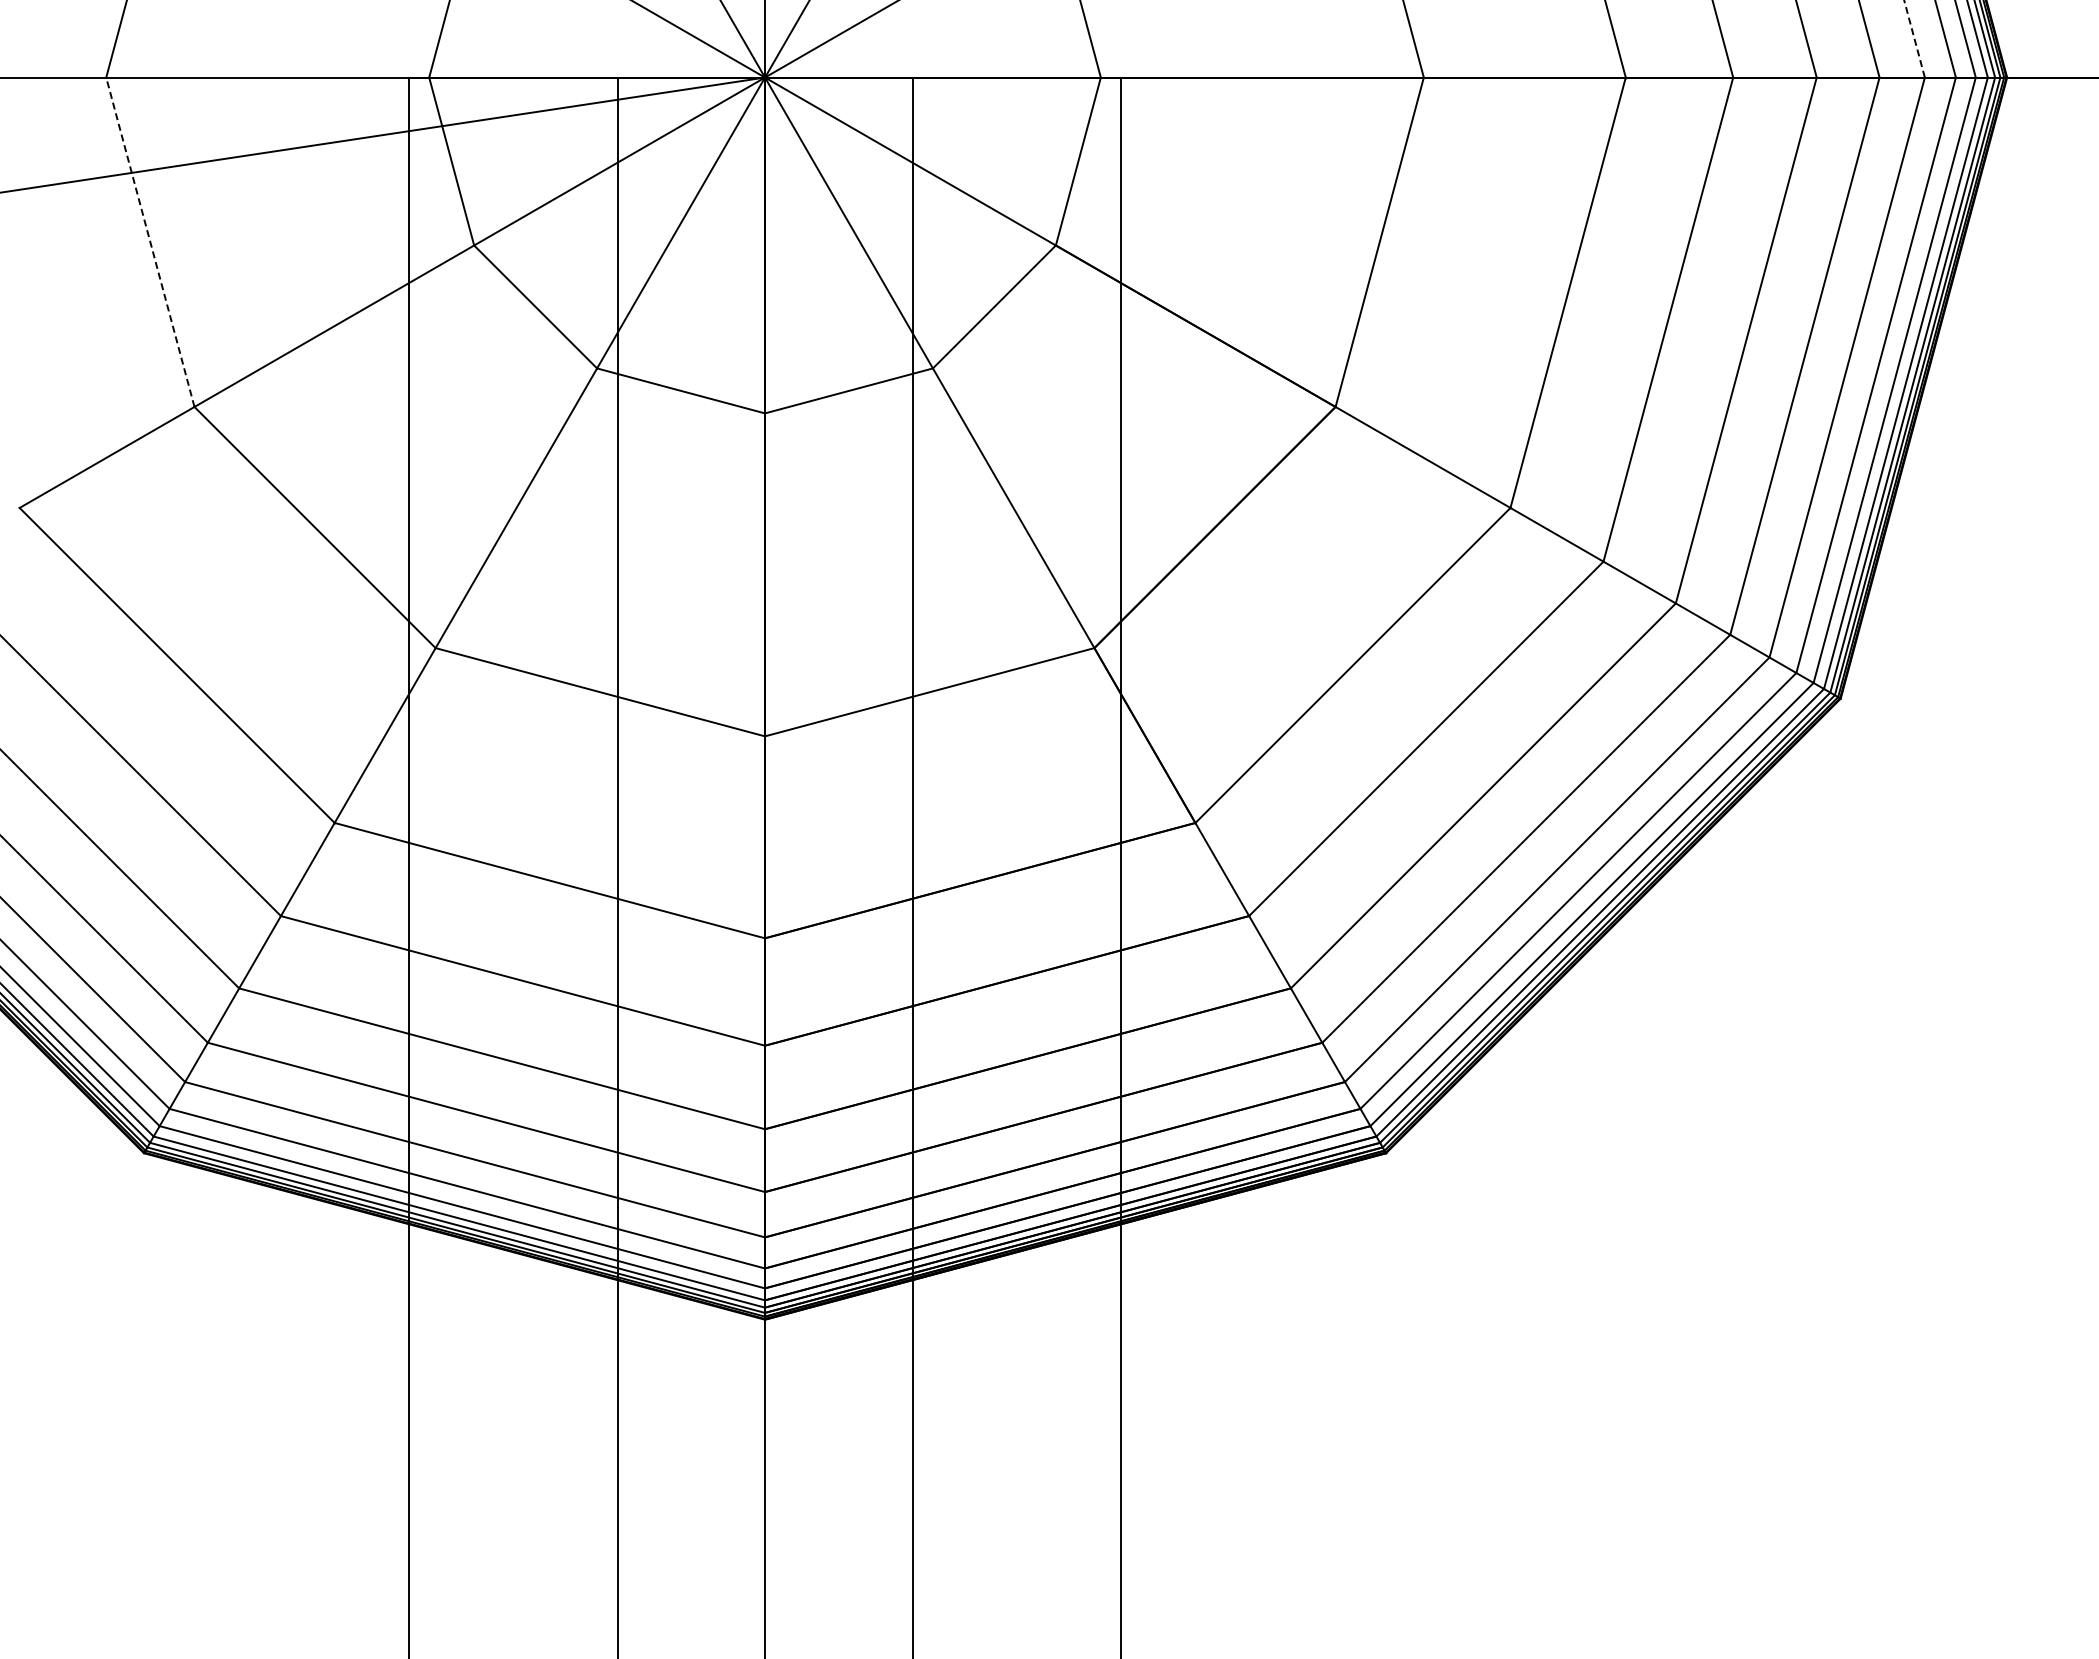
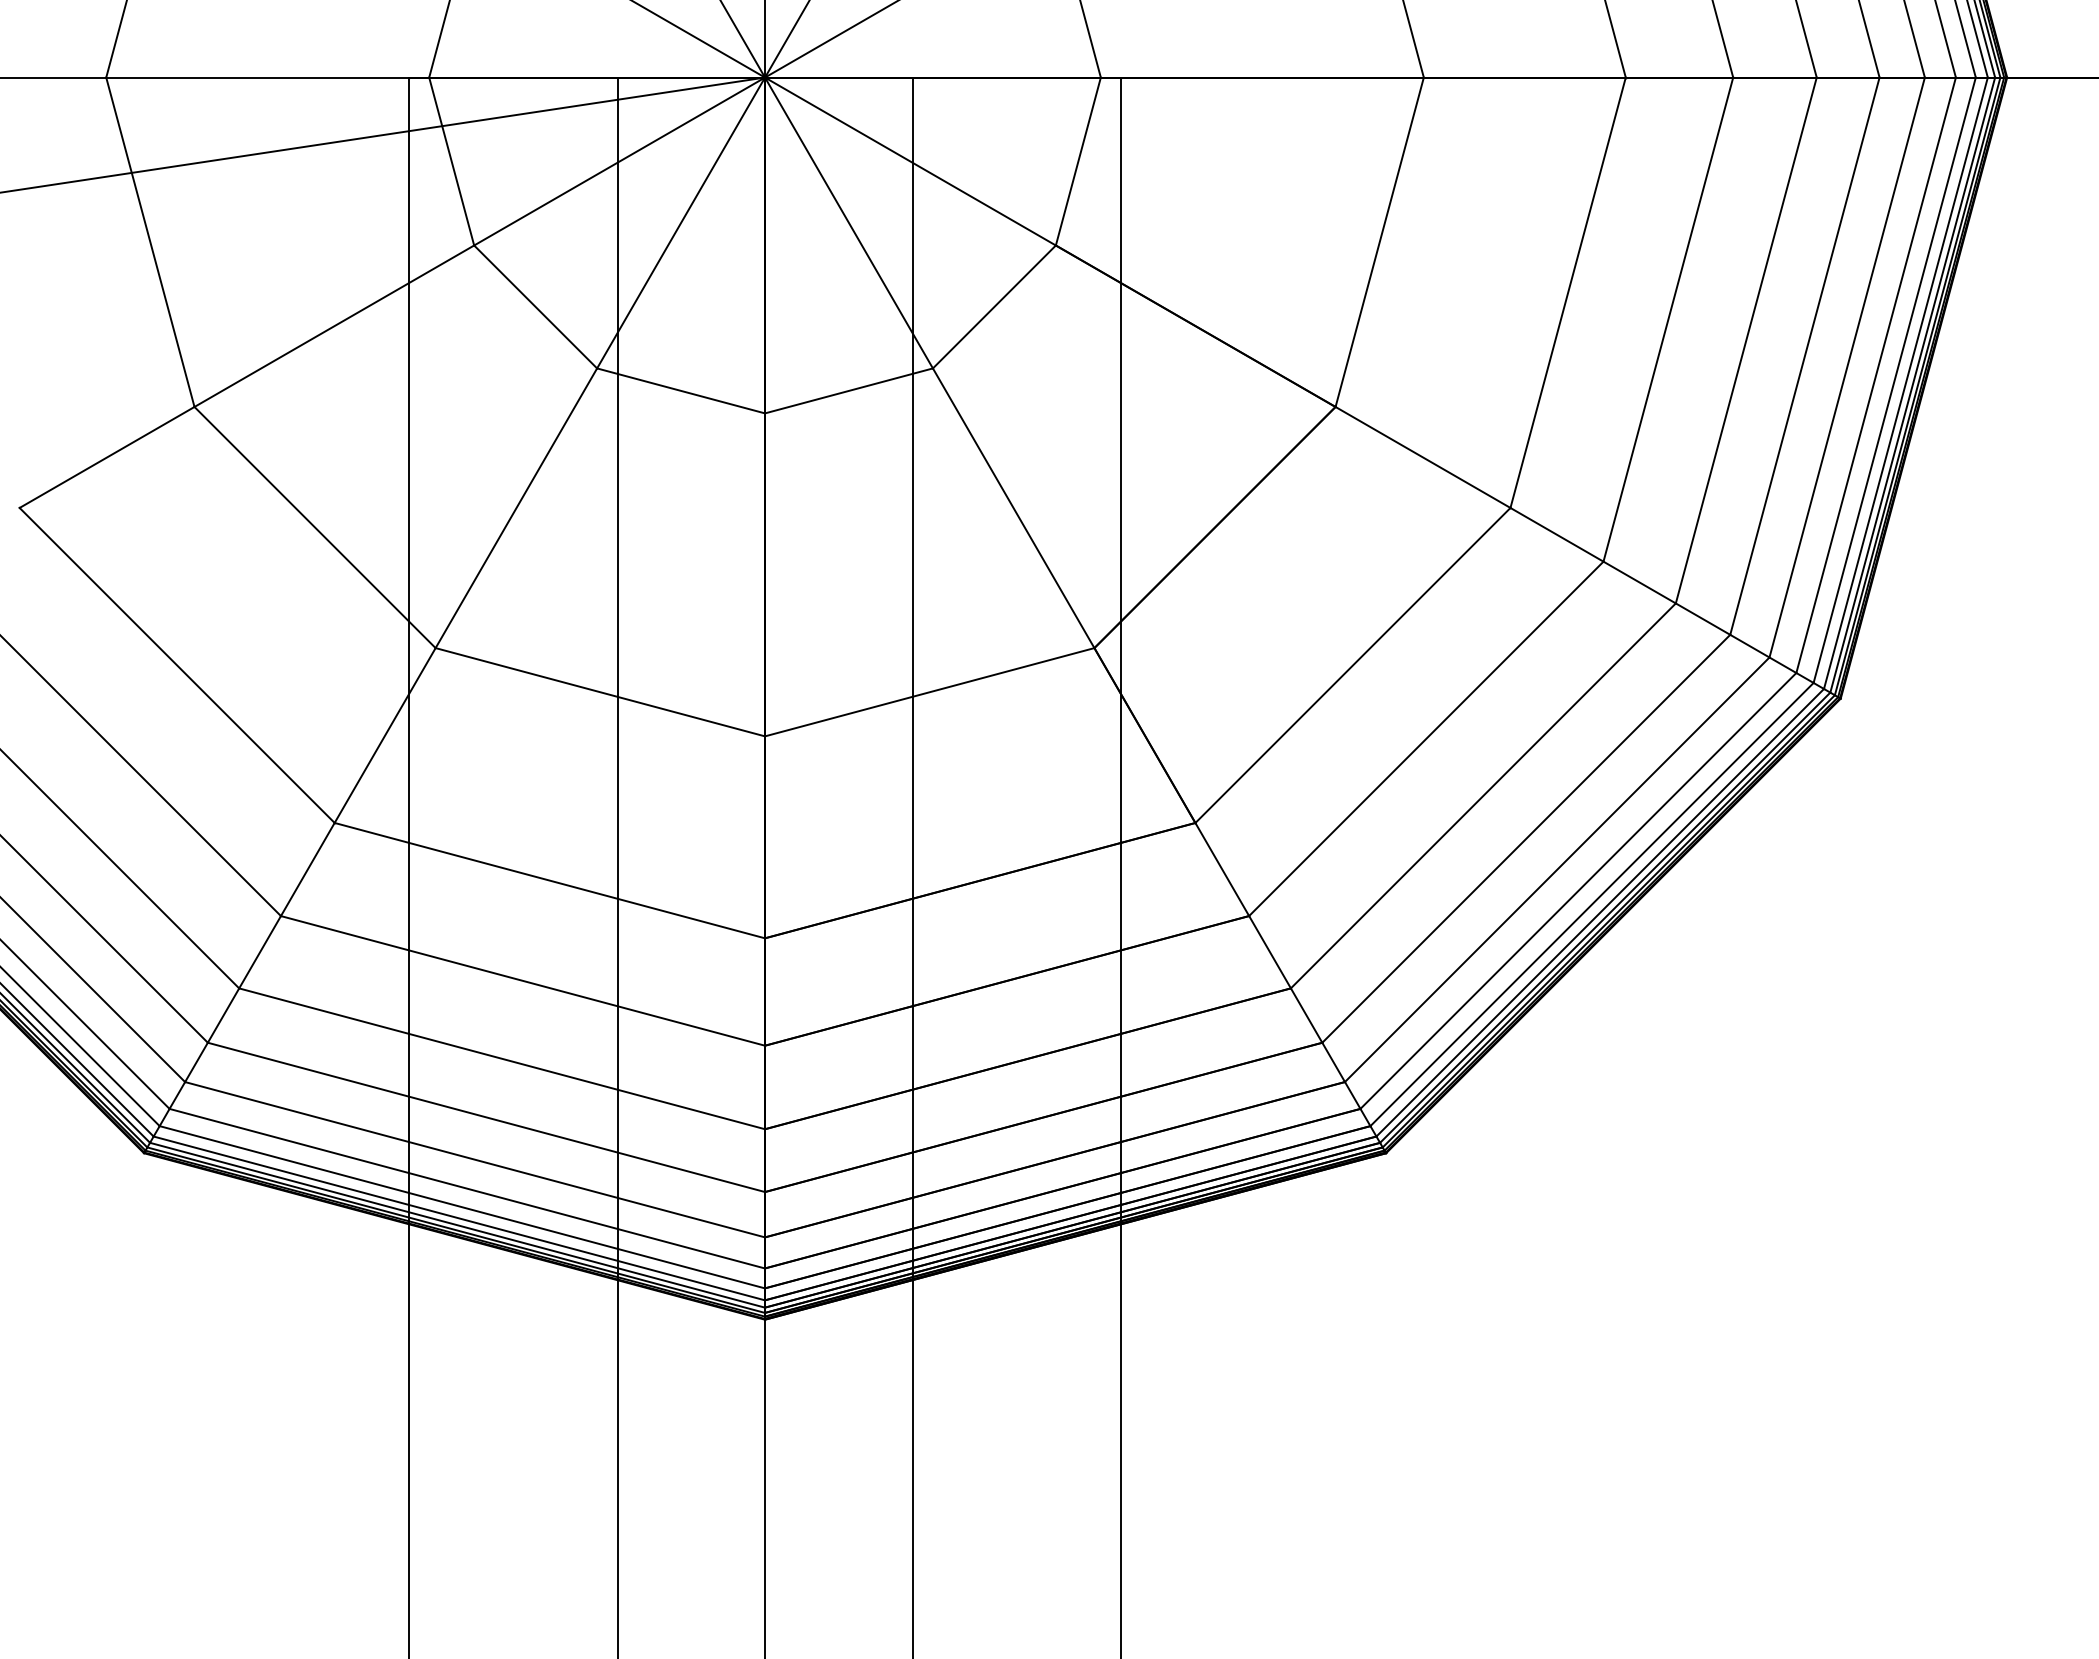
line at (1914, 38): dashed -> solid
line at (150, 242): dashed -> solid
